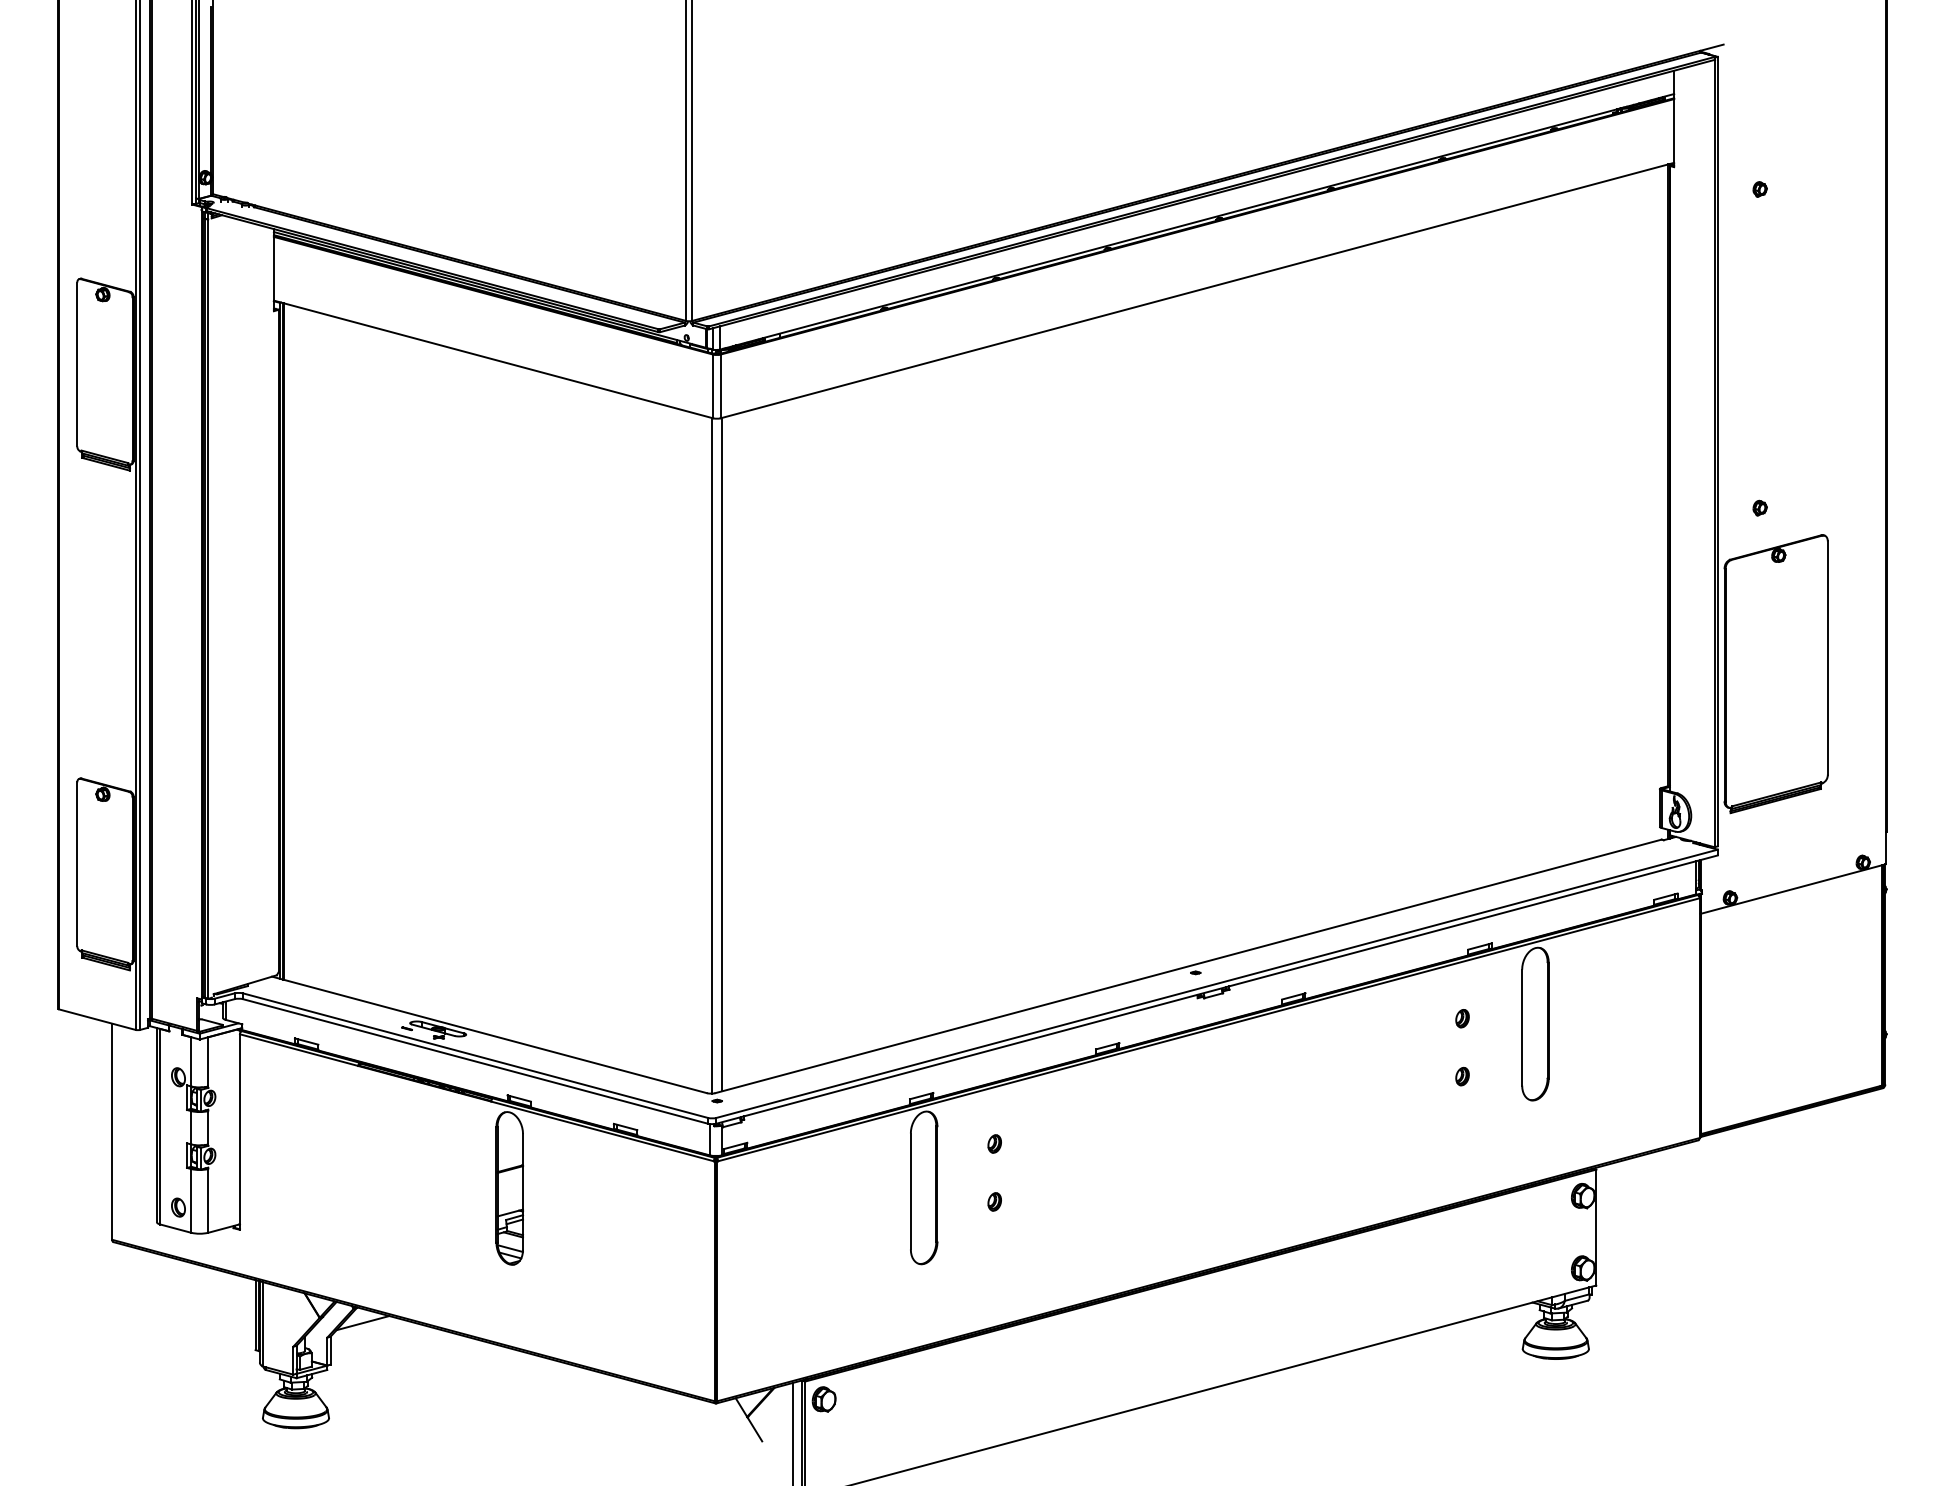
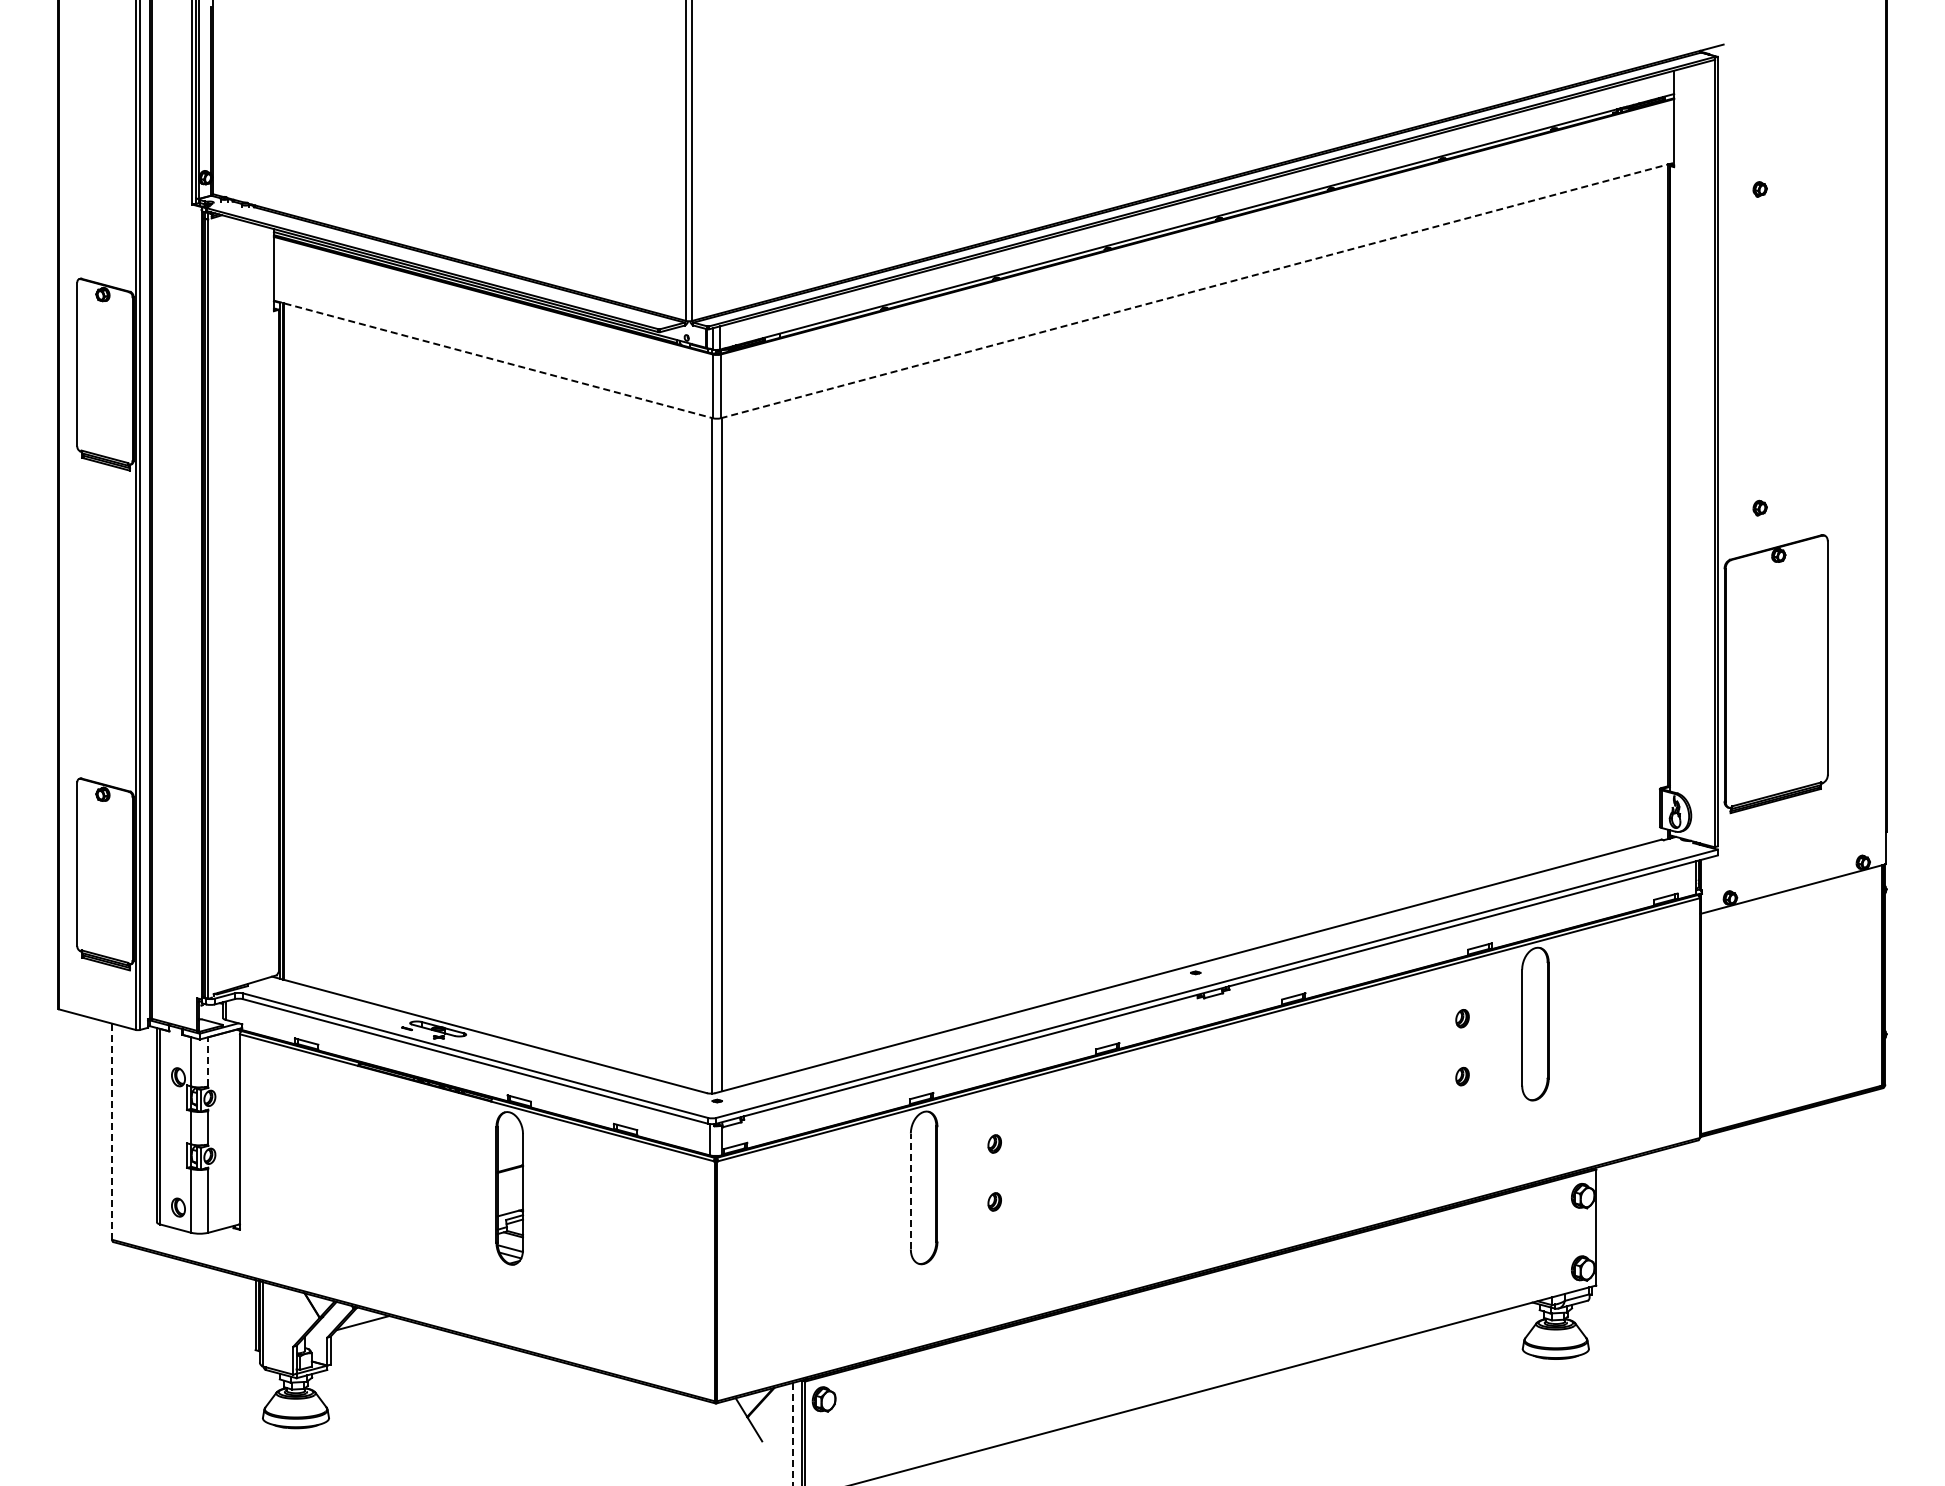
line at (1197, 290): solid -> dashed
line at (494, 359): solid -> dashed
line at (208, 1061): solid -> dashed
line at (112, 1131): solid -> dashed
line at (910, 1191): solid -> dashed
line at (793, 1434): solid -> dashed
